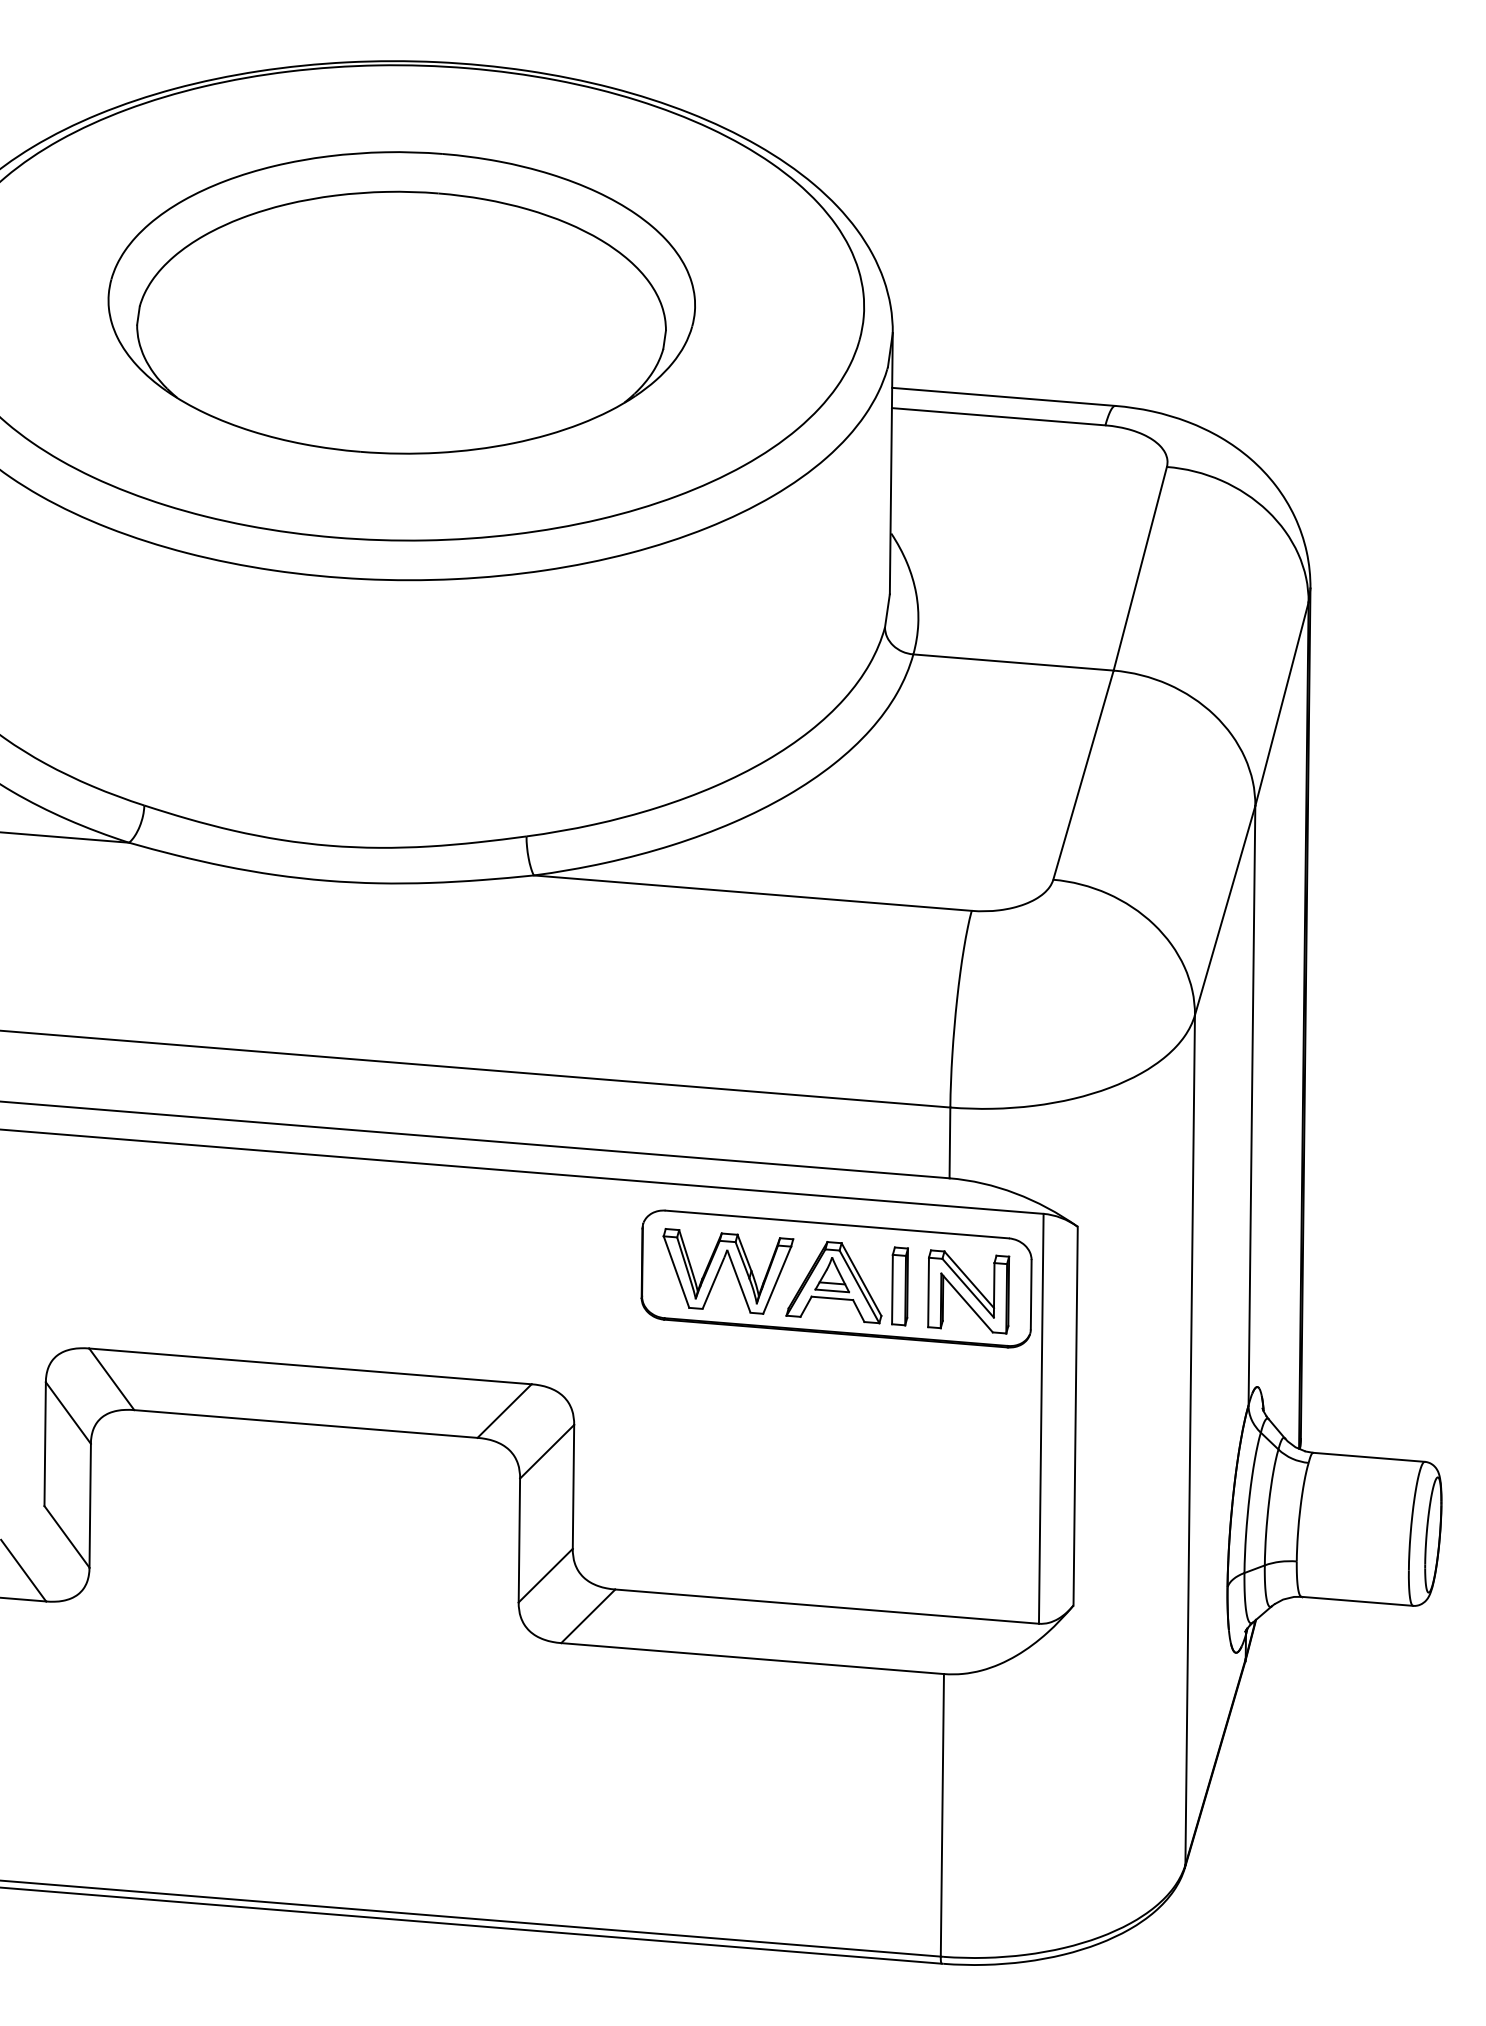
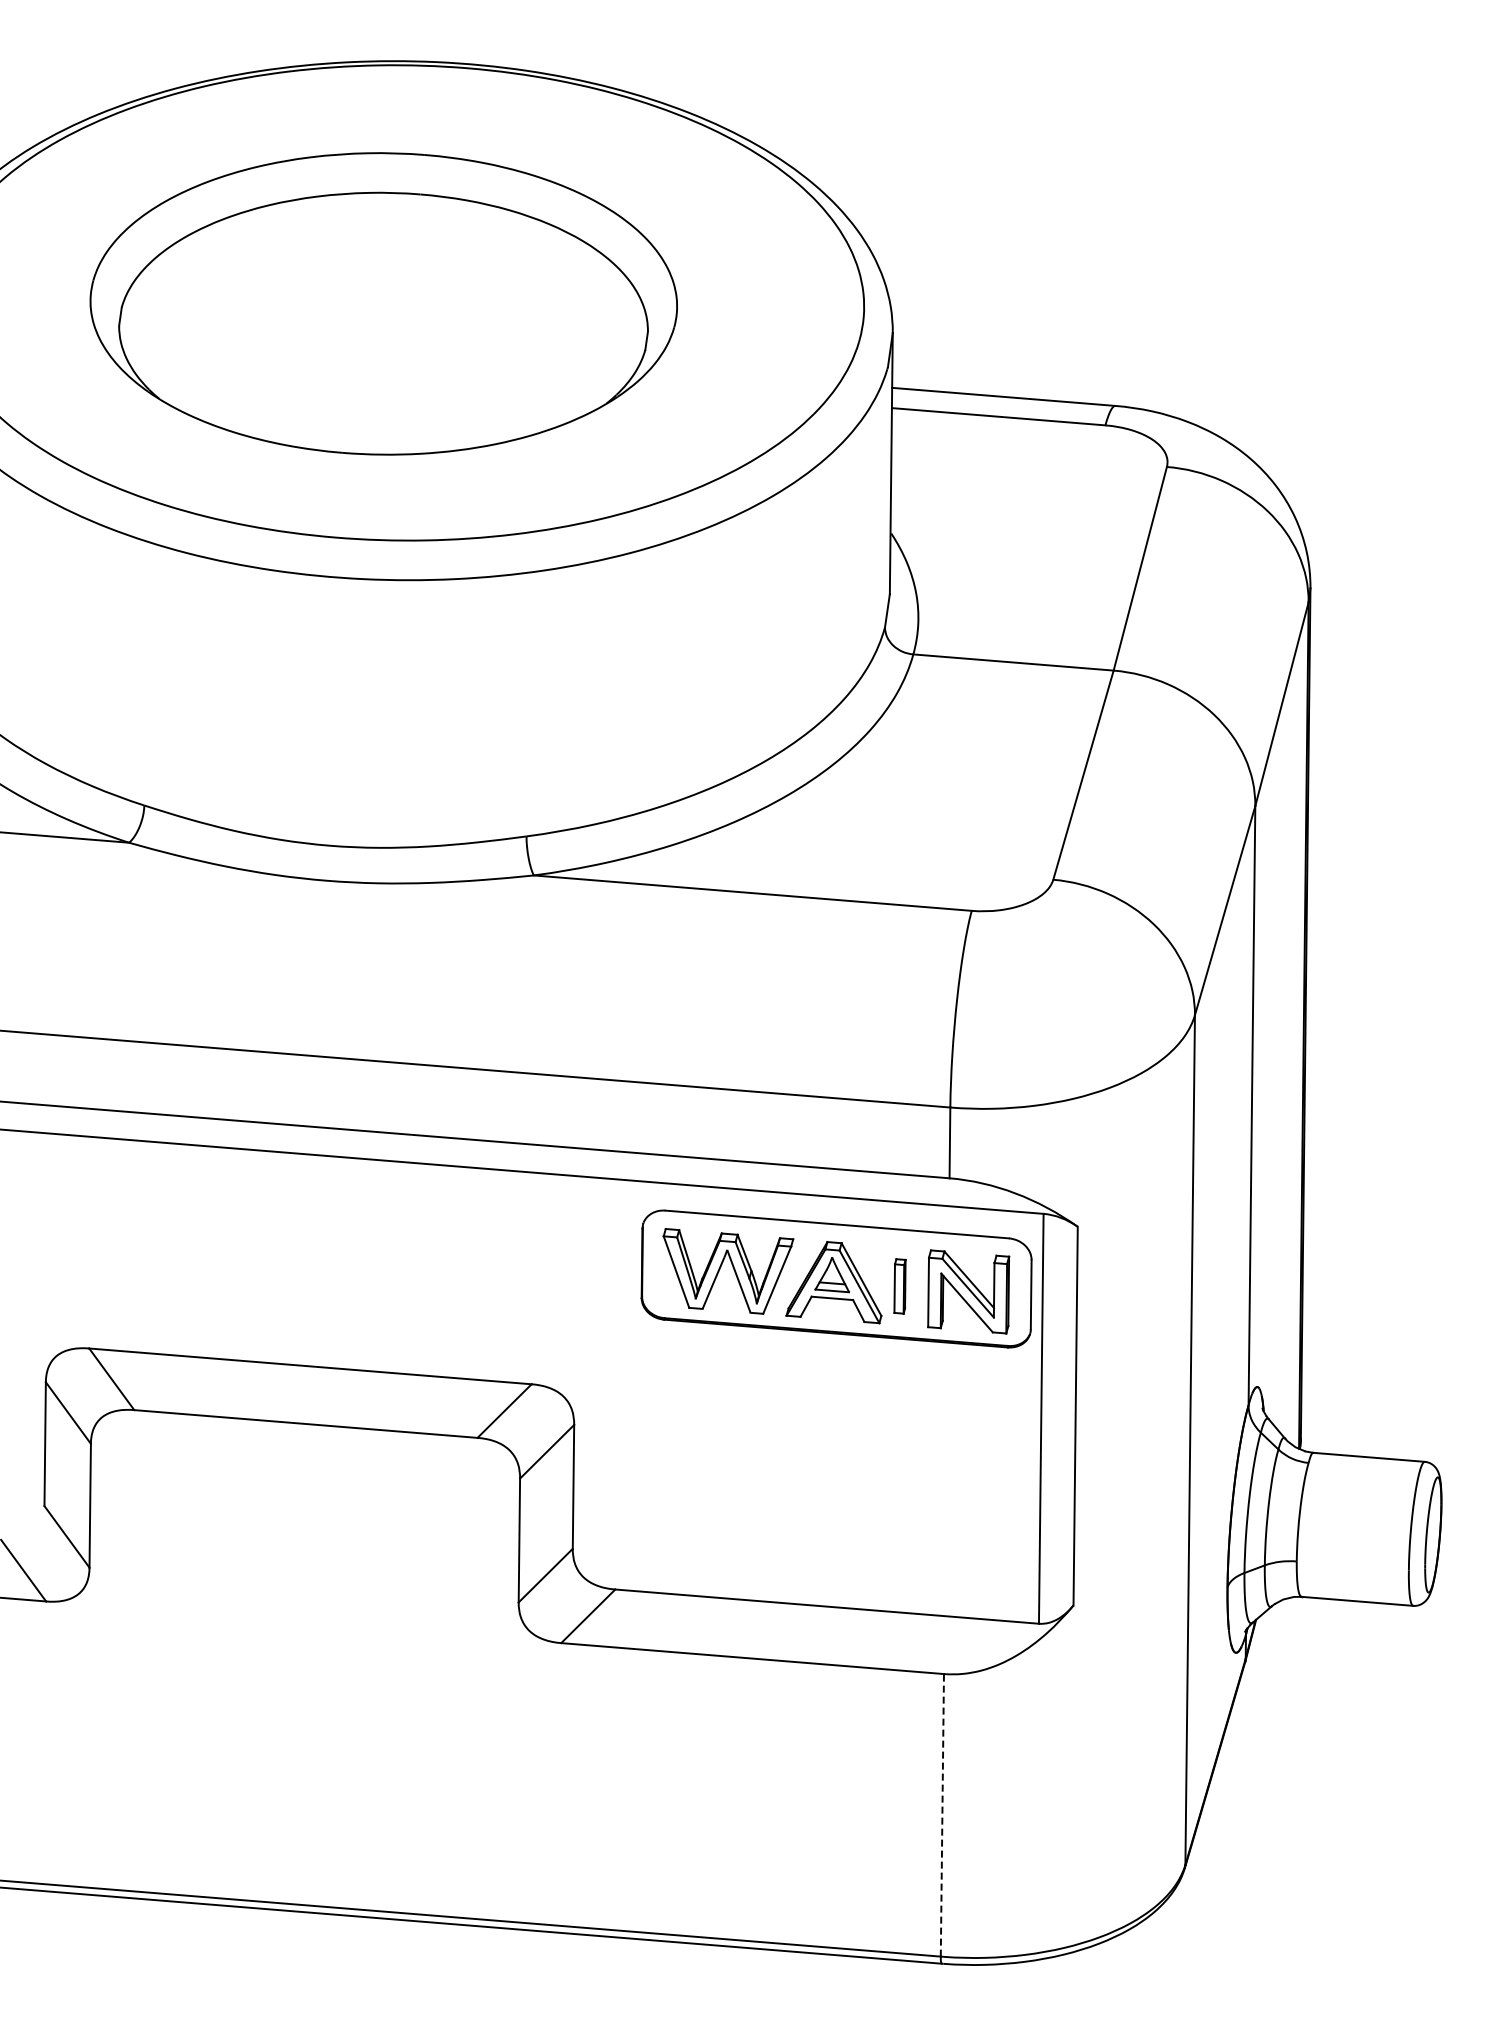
part at (401, 302) position: (401, 302) -> (383, 303)
part at (899, 1286) size: 18x81 px -> 14x57 px
line at (942, 1814): solid -> dashed
